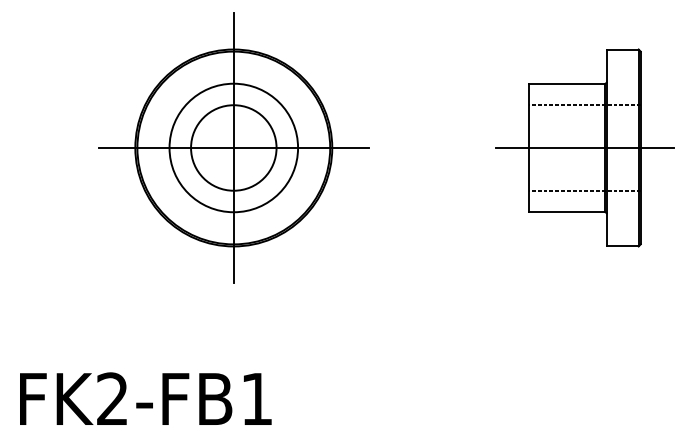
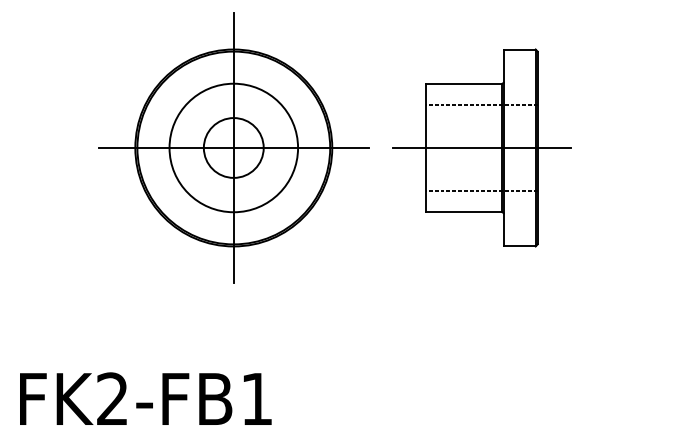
circle at (233, 147) diameter: 86 px -> 60 px
part at (584, 147) position: (584, 147) -> (481, 147)
